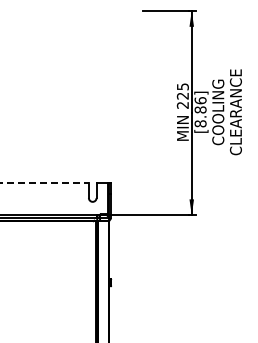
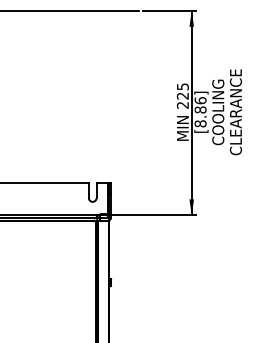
line at (70, 10): none -> present
line at (44, 182): dashed -> solid
